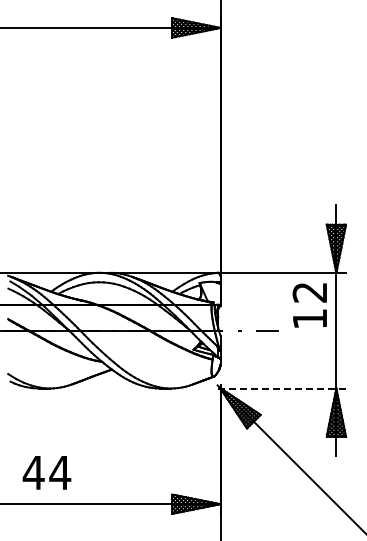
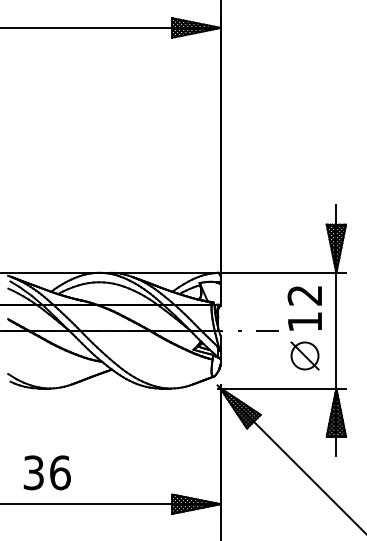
text at (309, 305) position: (309, 305) -> (304, 308)
part at (304, 355): none -> present
line at (282, 388): dashed -> solid
text at (46, 472): 44 -> 36
